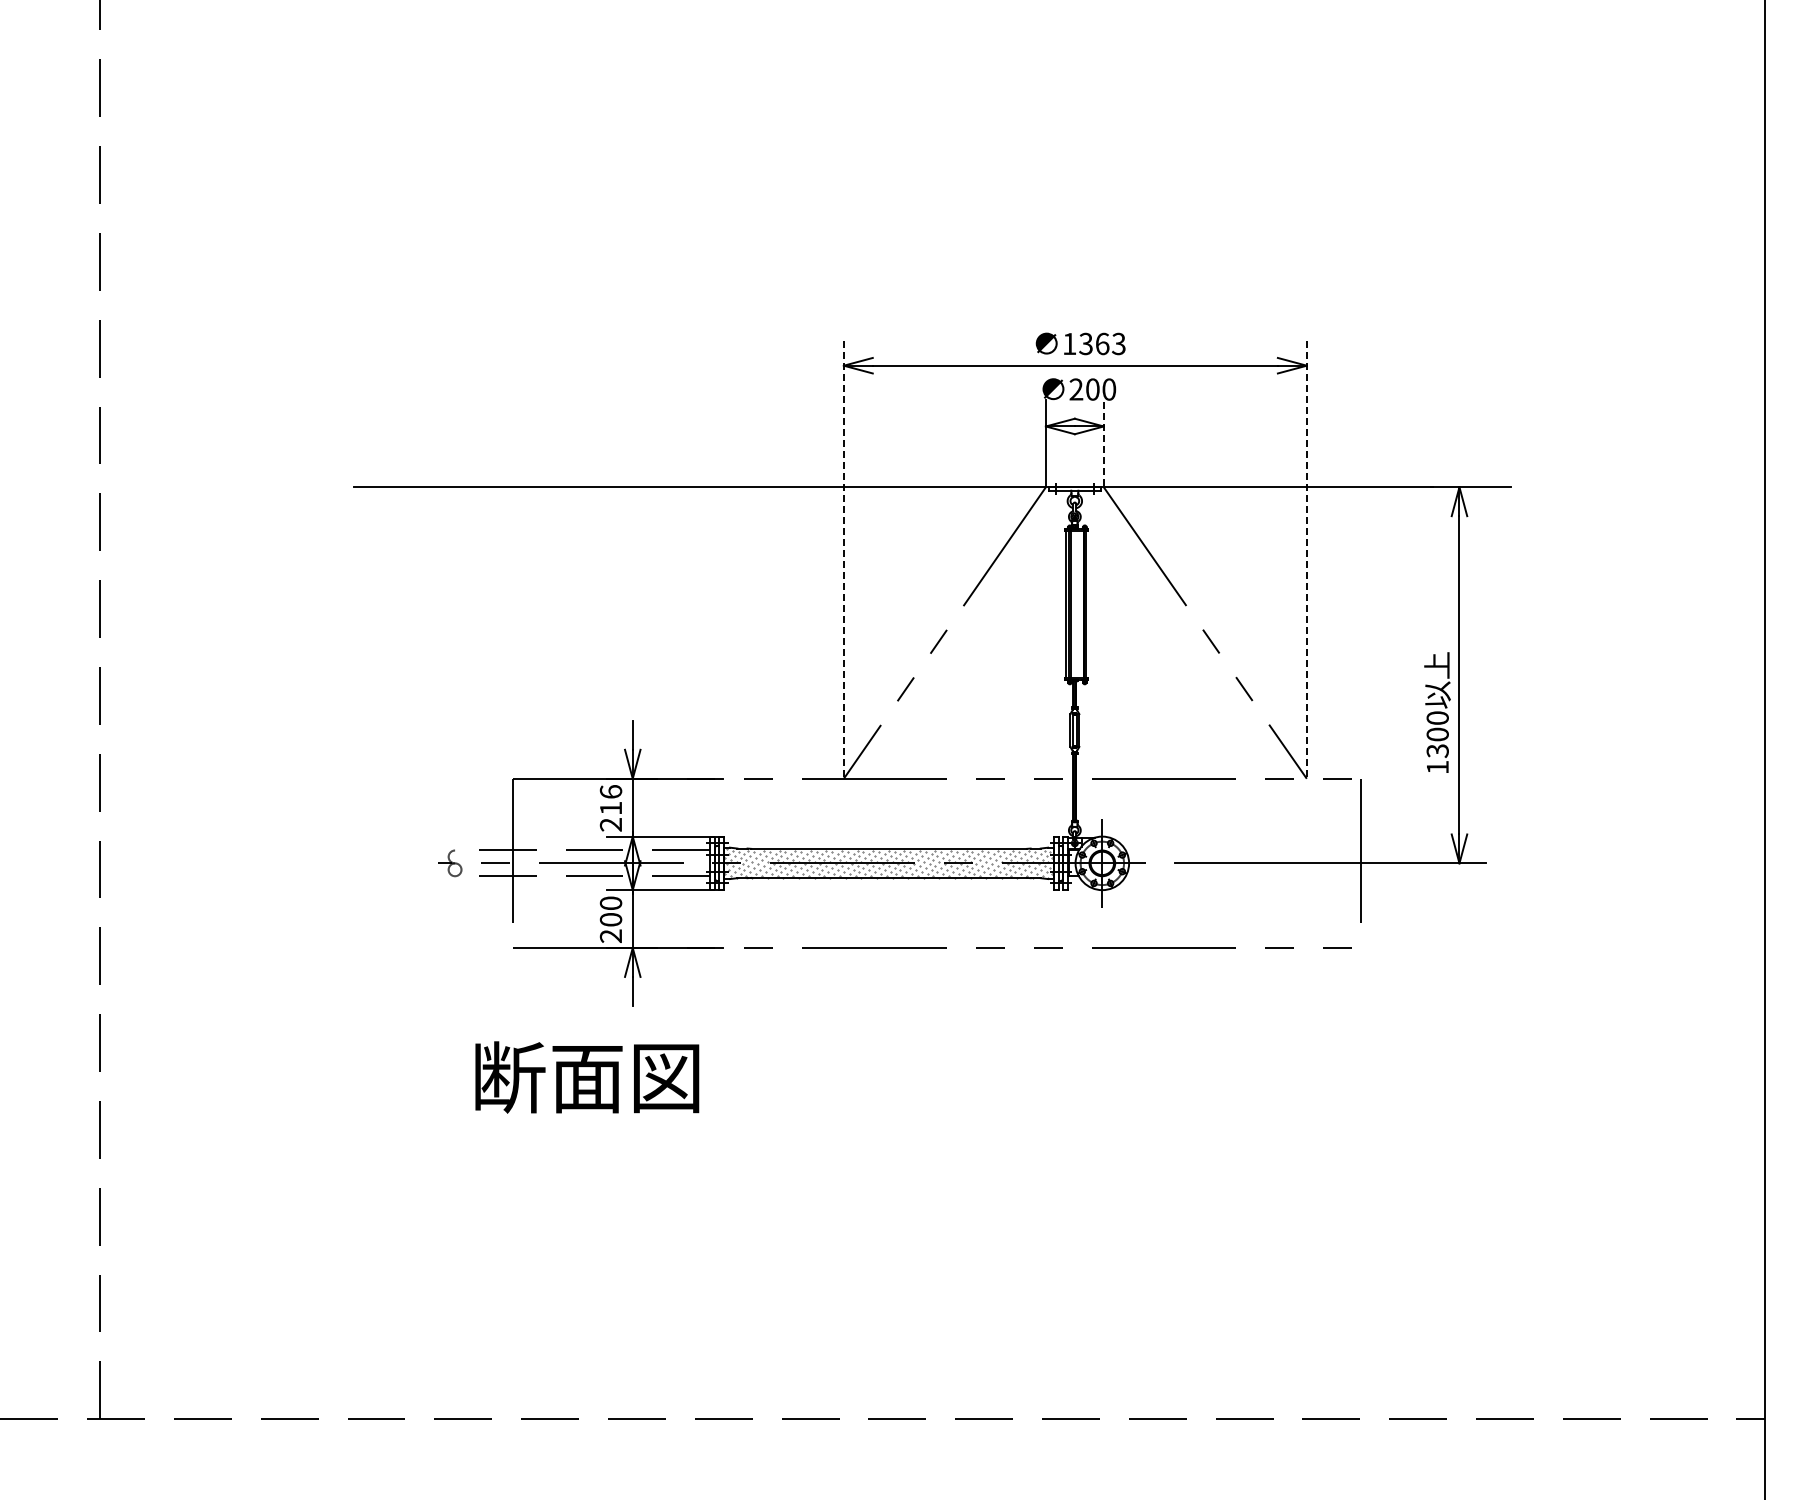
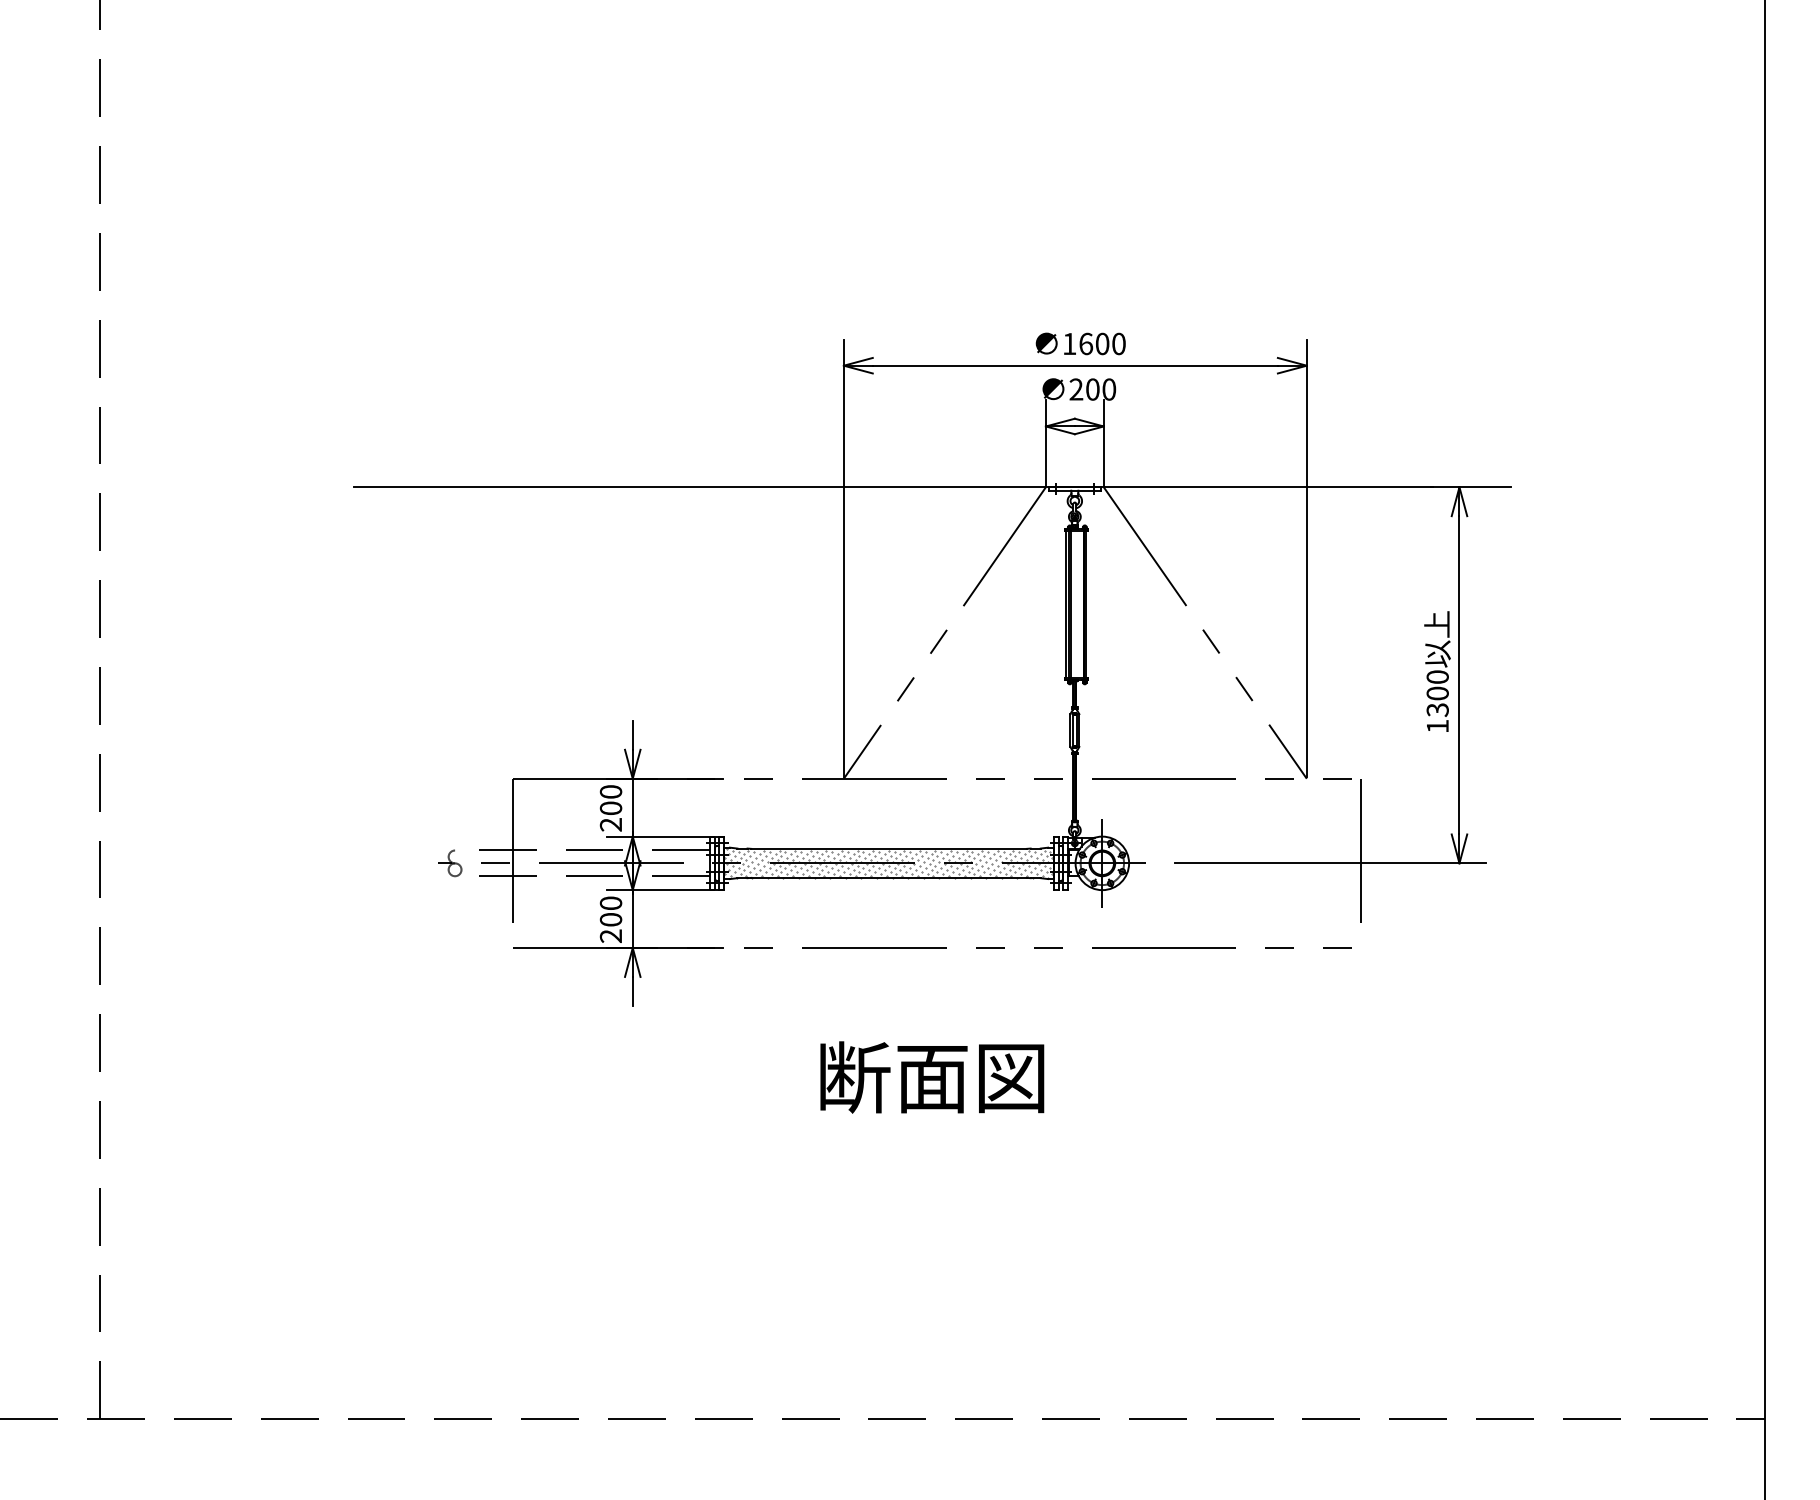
text at (1102, 343): 1363 -> 1600
line at (1103, 443): dashed -> solid
line at (843, 558): dashed -> solid
line at (1306, 558): dashed -> solid
text at (1437, 712) position: (1437, 712) -> (1437, 671)
text at (610, 799): 216 -> 200
text at (587, 1077) position: (587, 1077) -> (932, 1077)
